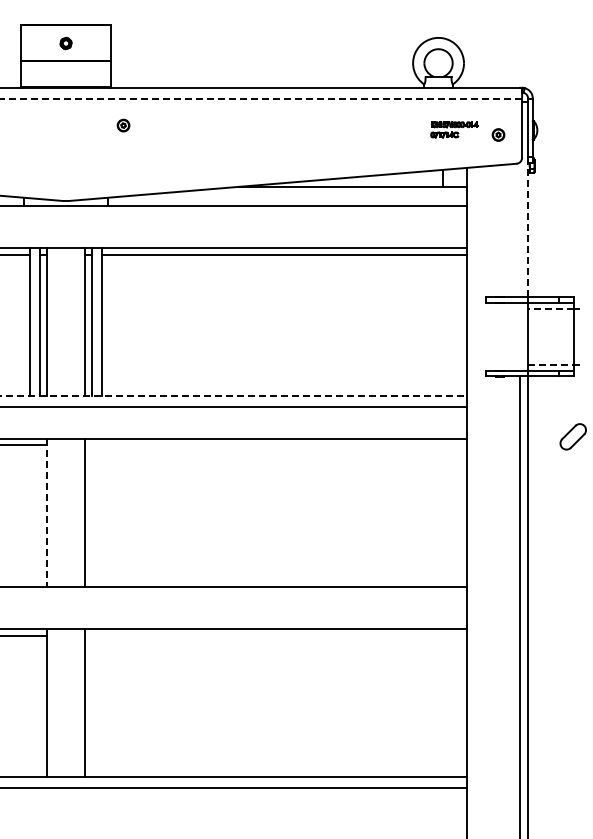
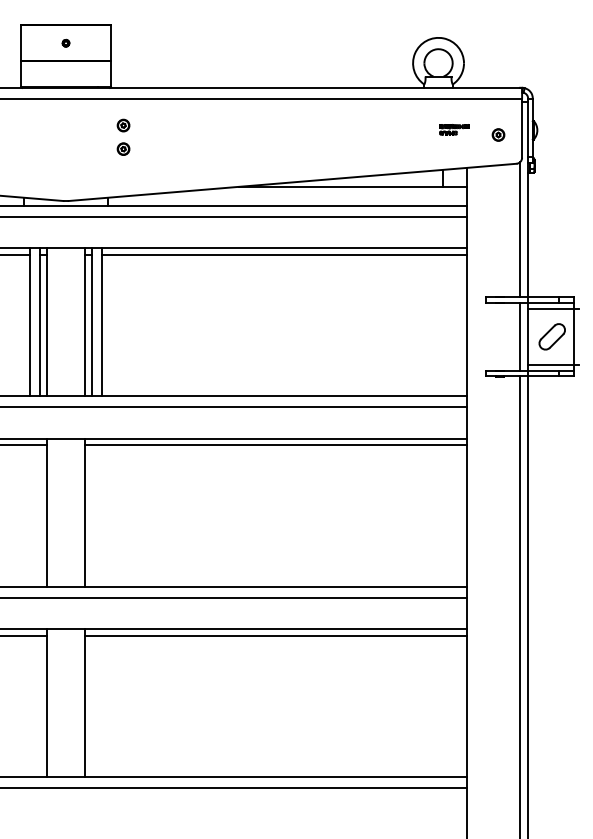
part at (65, 43) size: 14x15 px -> 10x10 px
line at (261, 98): dashed -> solid
part at (454, 129) size: 49x18 px -> 31x12 px
part at (123, 148): none -> present
line at (234, 216): none -> present
line at (519, 229): none -> present
line at (528, 230): dashed -> solid
line at (551, 308): dashed -> solid
line at (519, 336): none -> present
line at (551, 365): dashed -> solid
line at (233, 396): dashed -> solid
part at (572, 436) position: (572, 436) -> (551, 336)
line at (275, 445): none -> present
line at (47, 513): dashed -> solid
line at (234, 597): none -> present
line at (275, 635): none -> present
